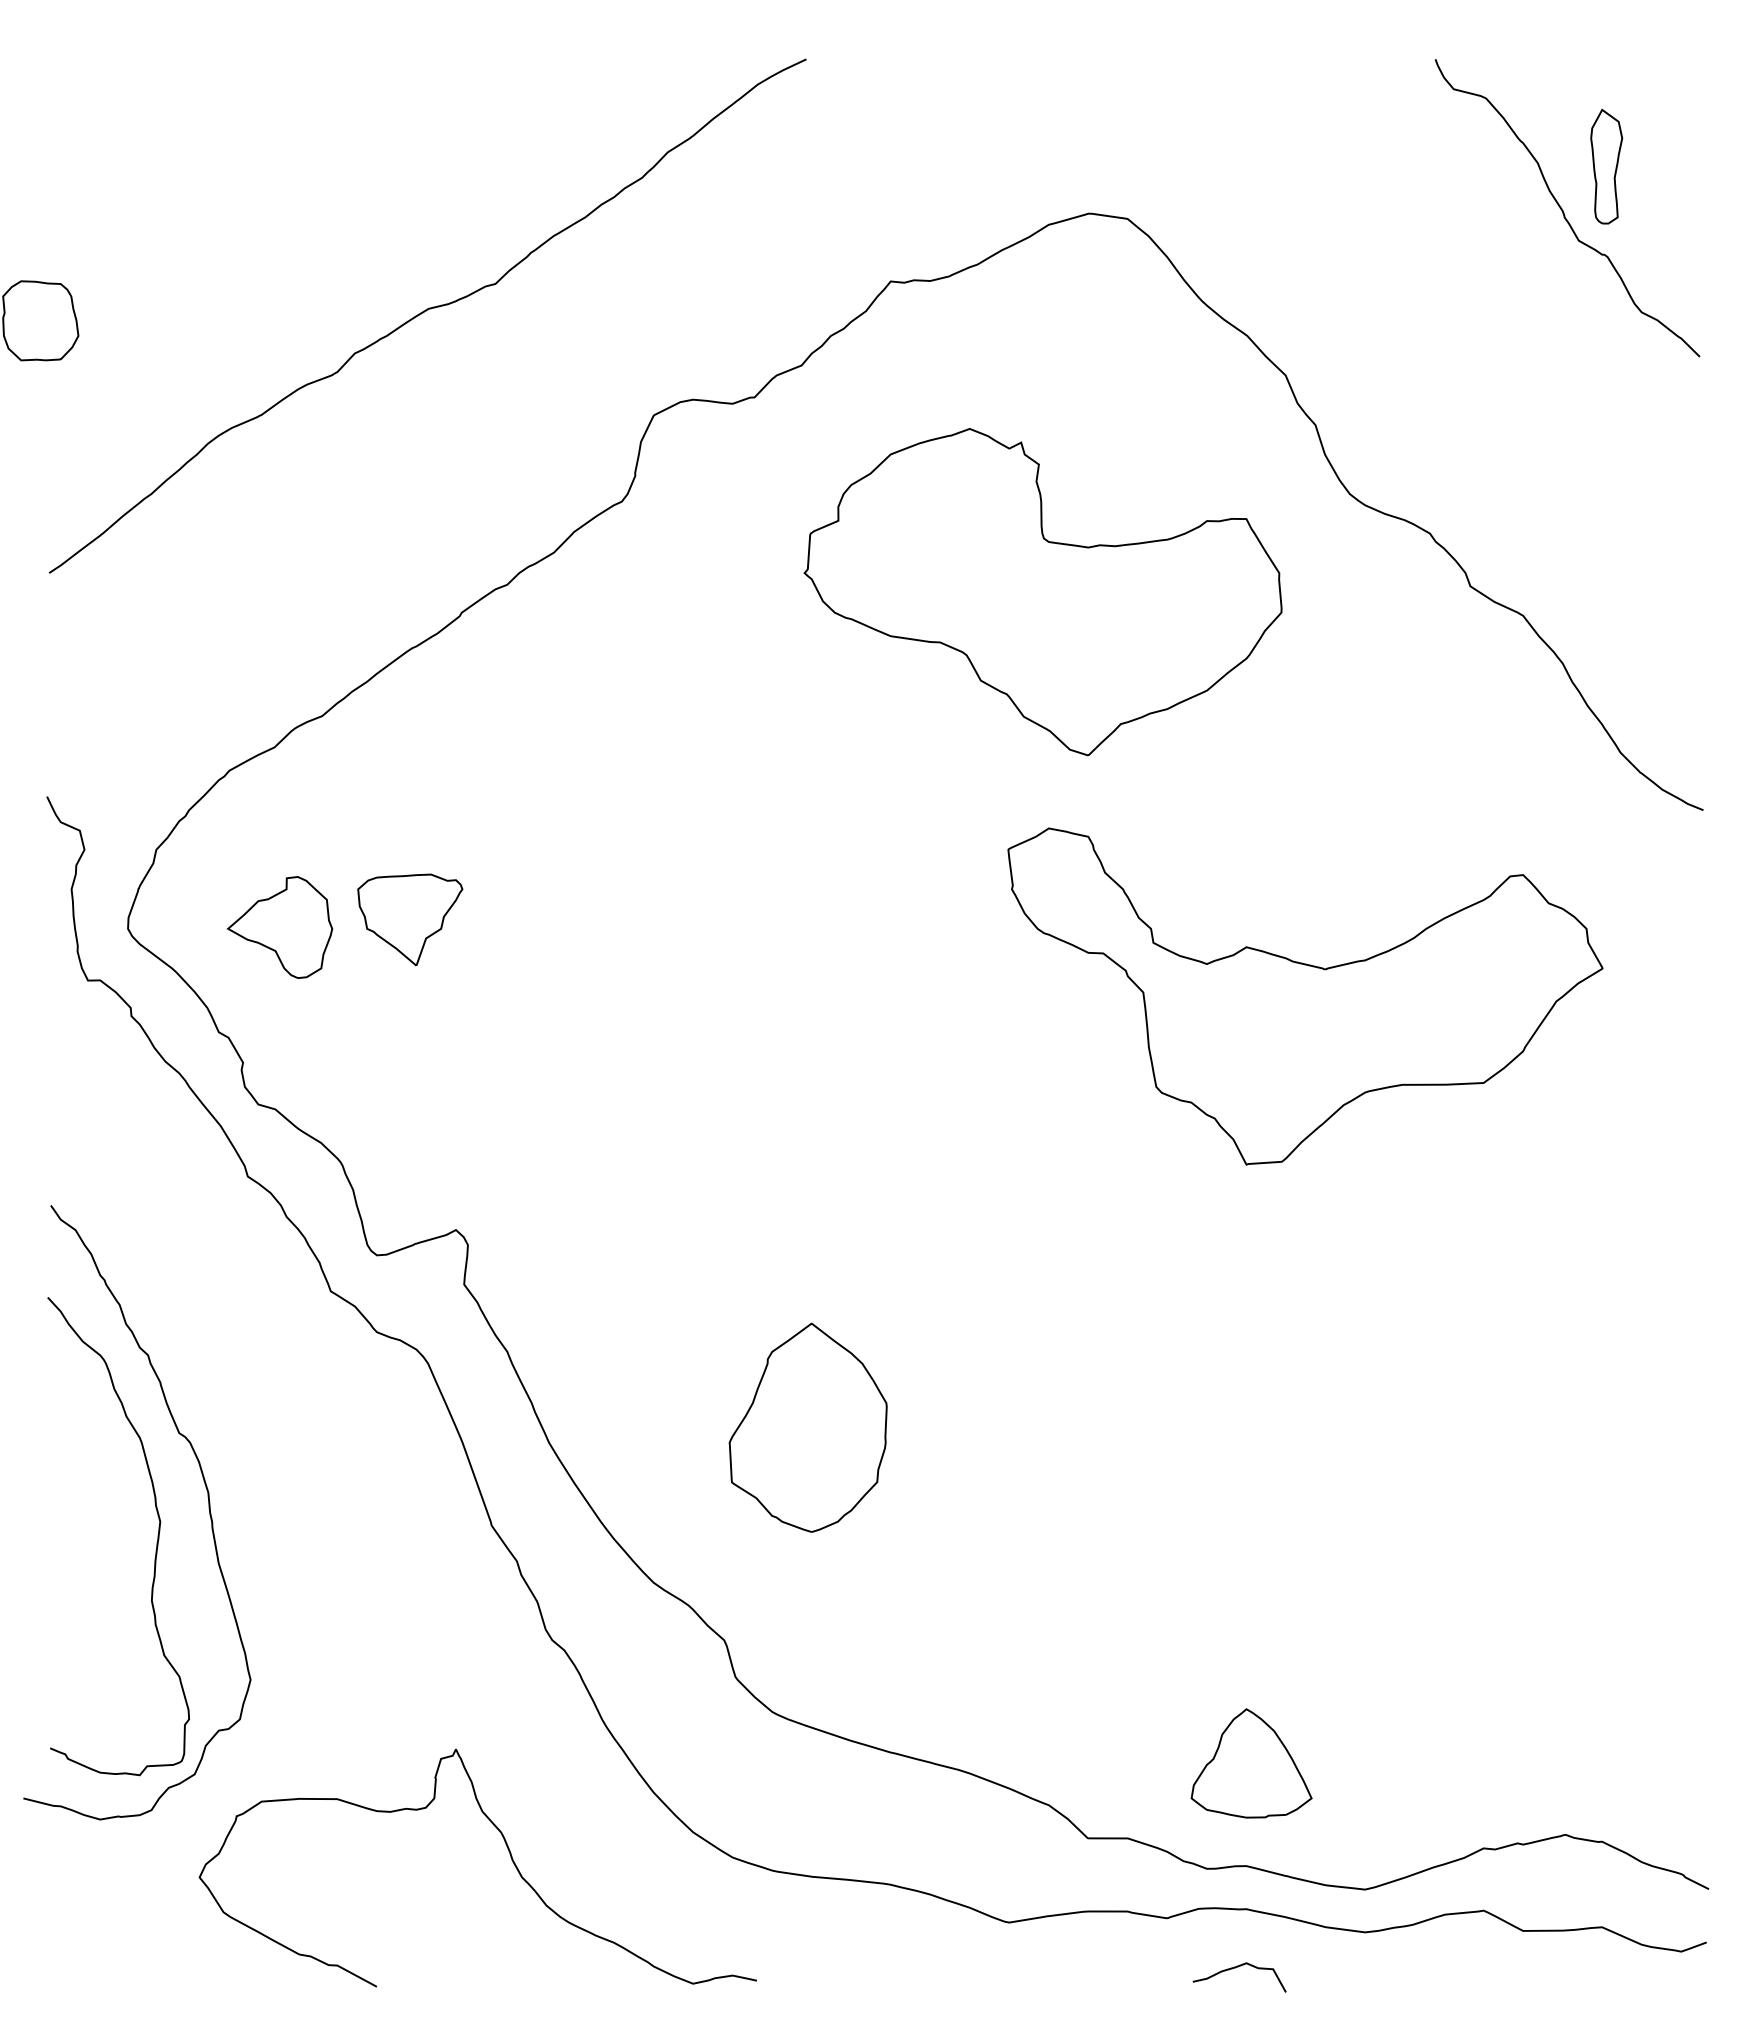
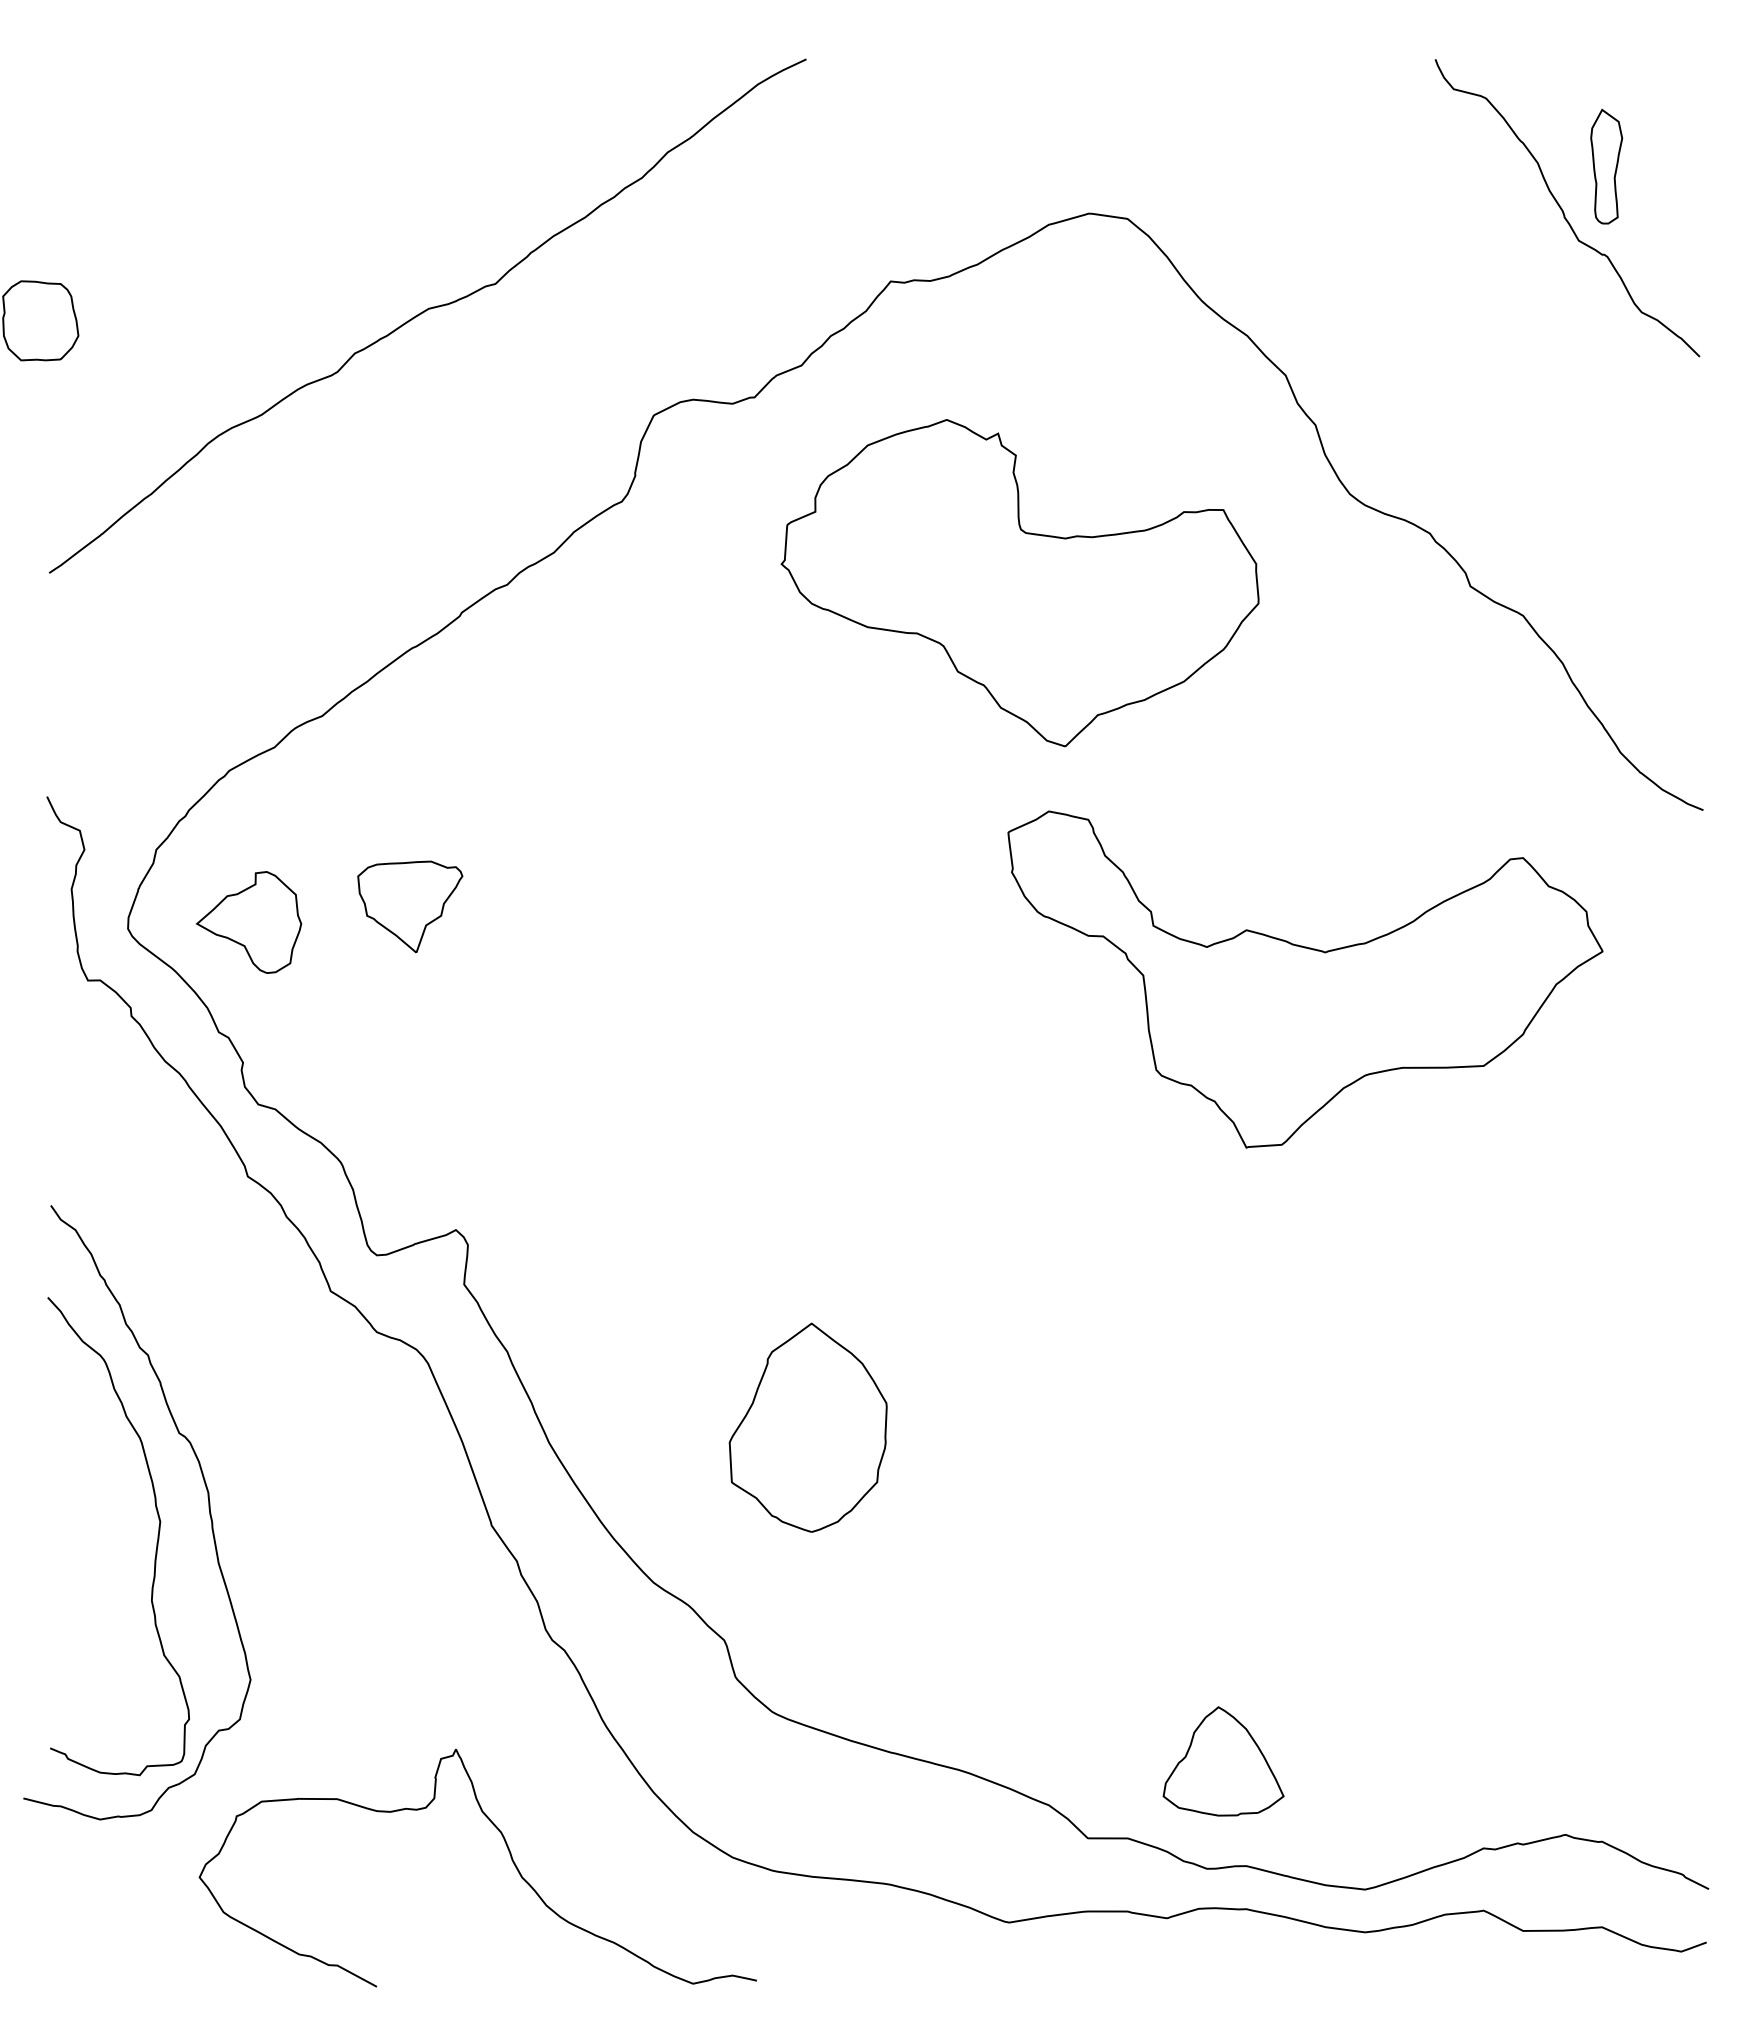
part at (1042, 592) position: (1042, 592) -> (1019, 583)
part at (410, 919) position: (410, 919) -> (410, 906)
part at (280, 927) position: (280, 927) -> (249, 922)
part at (1305, 996) position: (1305, 996) -> (1305, 979)
part at (1251, 1763) position: (1251, 1763) -> (1223, 1761)
curve at (1235, 1968): present -> none
